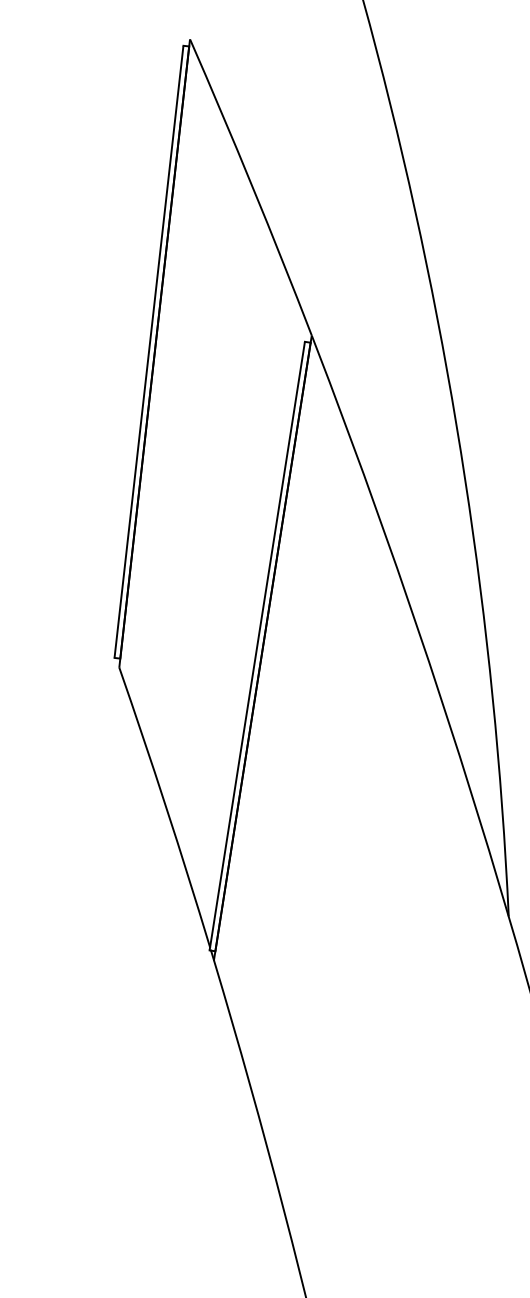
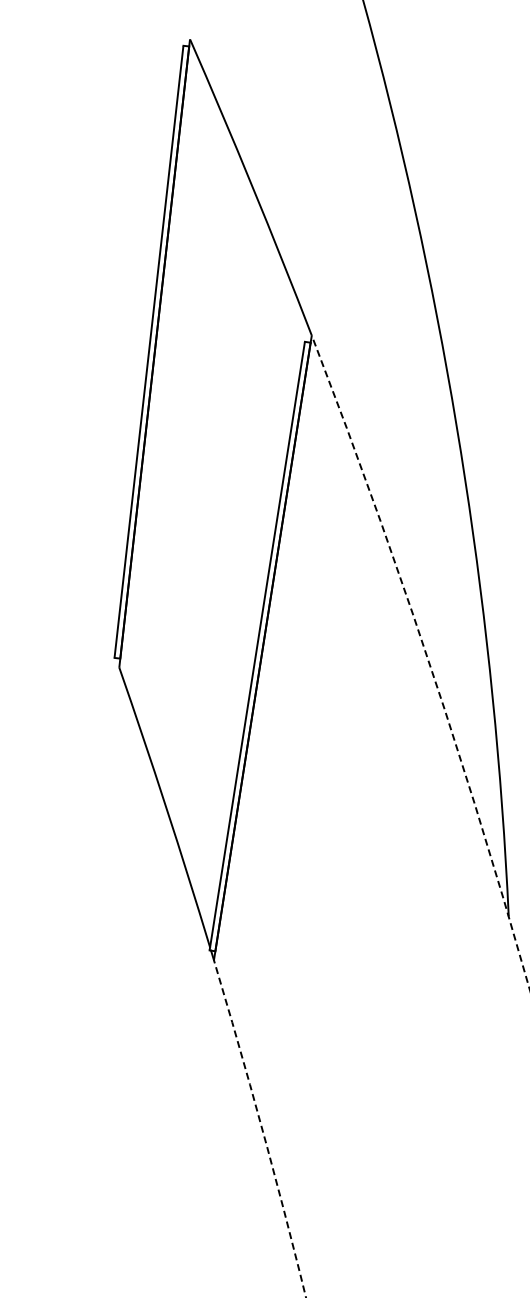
arc at (428, 661): solid -> dashed
arc at (262, 1128): solid -> dashed
